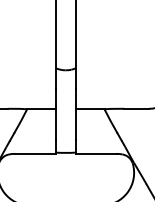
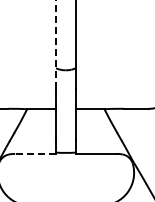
line at (56, 44): solid -> dashed
line at (35, 153): solid -> dashed
